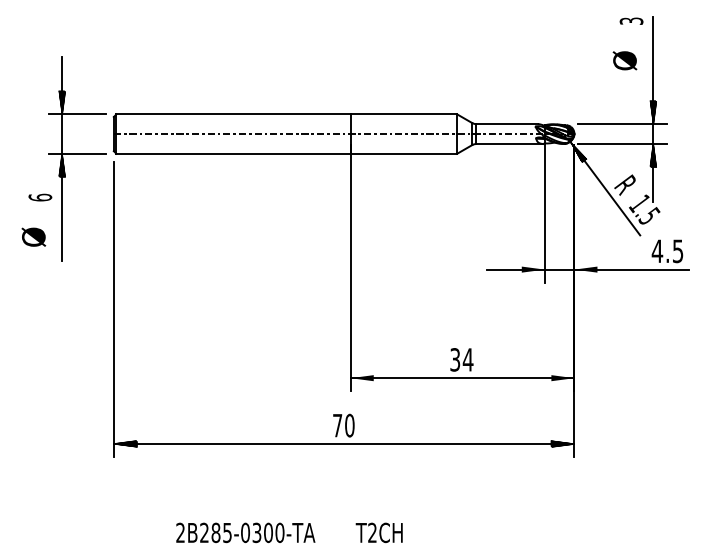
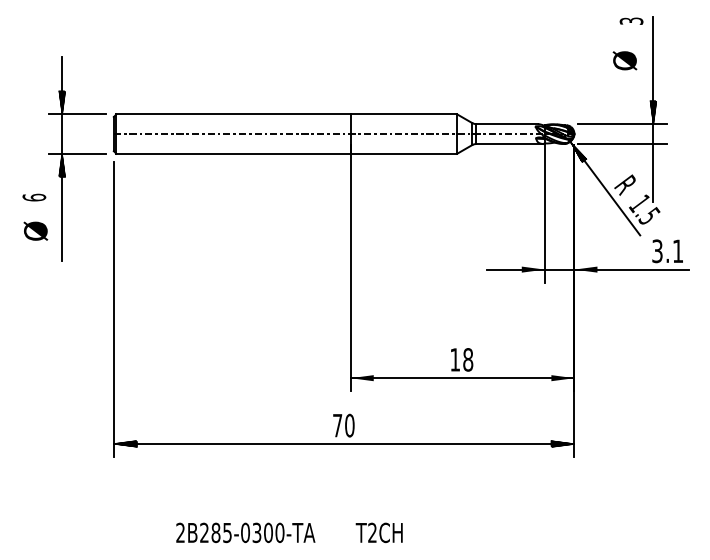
hatch at (653, 155): present -> none
text at (40, 197) position: (40, 197) -> (34, 197)
text at (33, 236) position: (33, 236) -> (35, 230)
text at (667, 251): 4.5 -> 3.1
text at (461, 359): 34 -> 18
